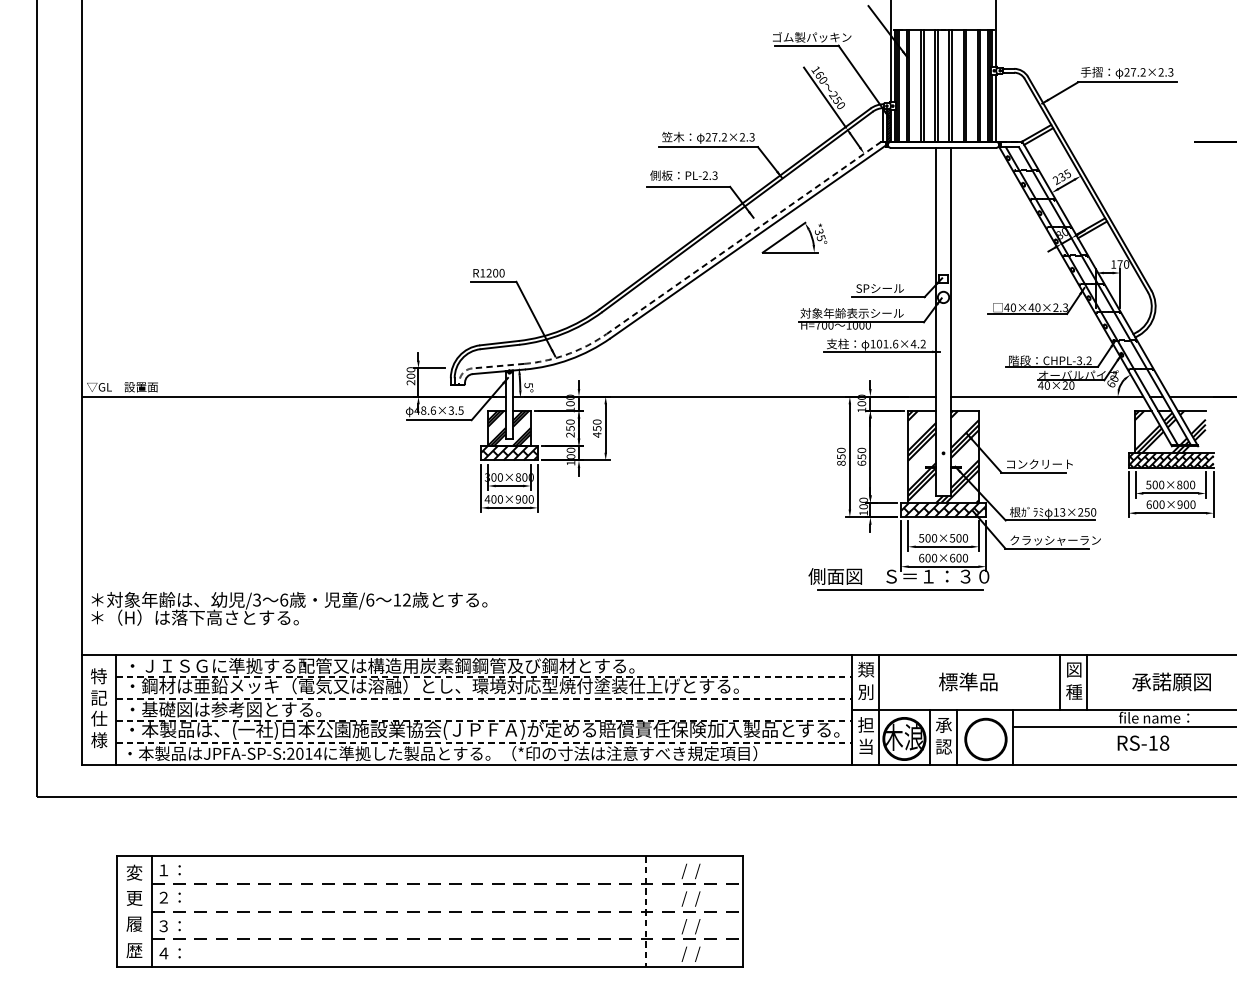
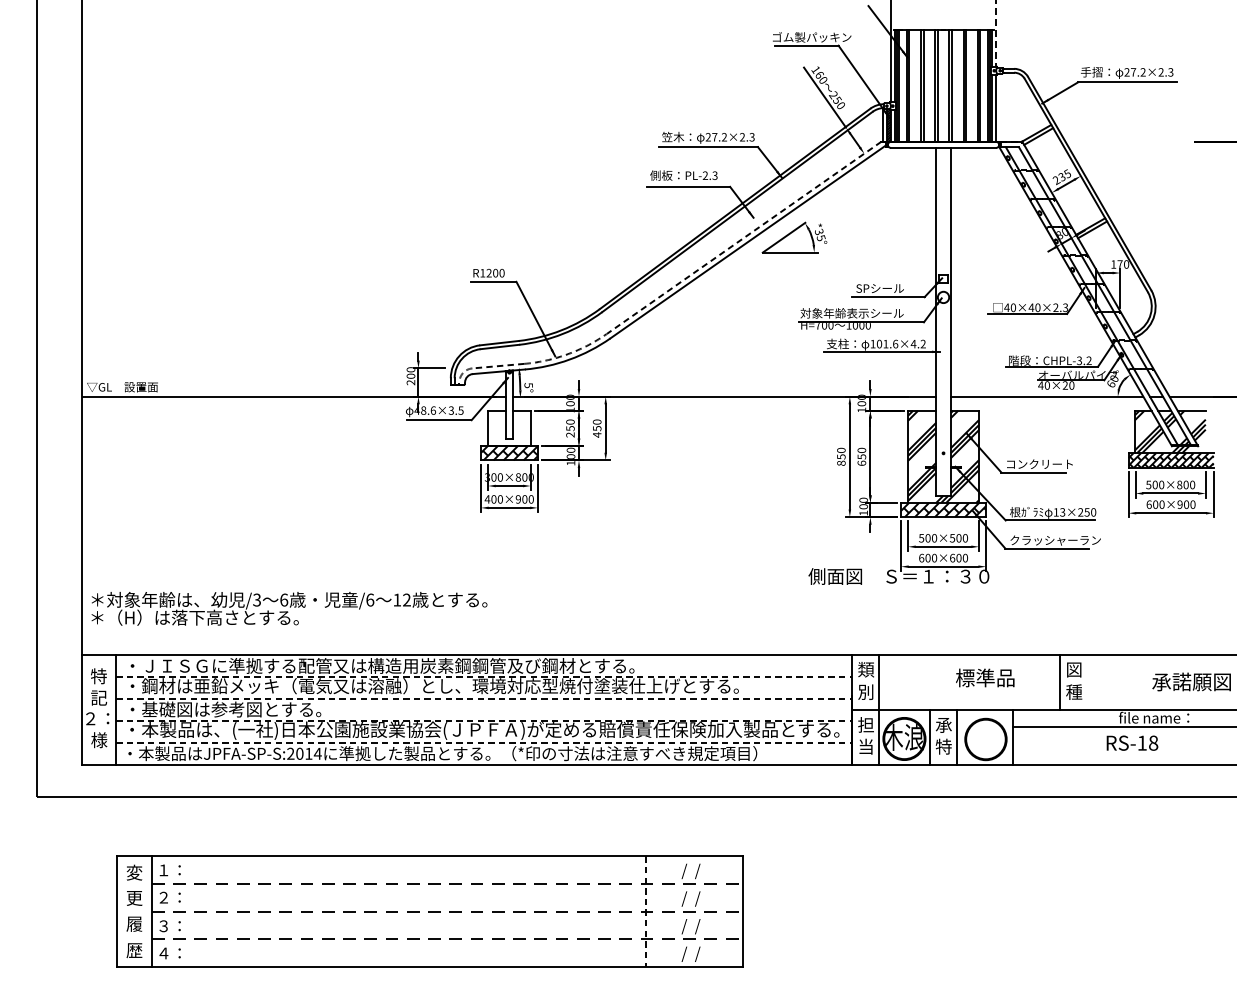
line at (996, 33): solid -> dashed
hatch at (509, 428): present -> none
line at (900, 589): present -> none
text at (968, 681) position: (968, 681) -> (985, 677)
line at (1087, 681): present -> none
text at (1171, 681) position: (1171, 681) -> (1191, 681)
text at (97, 718): 仕 -> ２：
text at (1143, 742) position: (1143, 742) -> (1132, 742)
text at (943, 746): 認 -> 特
